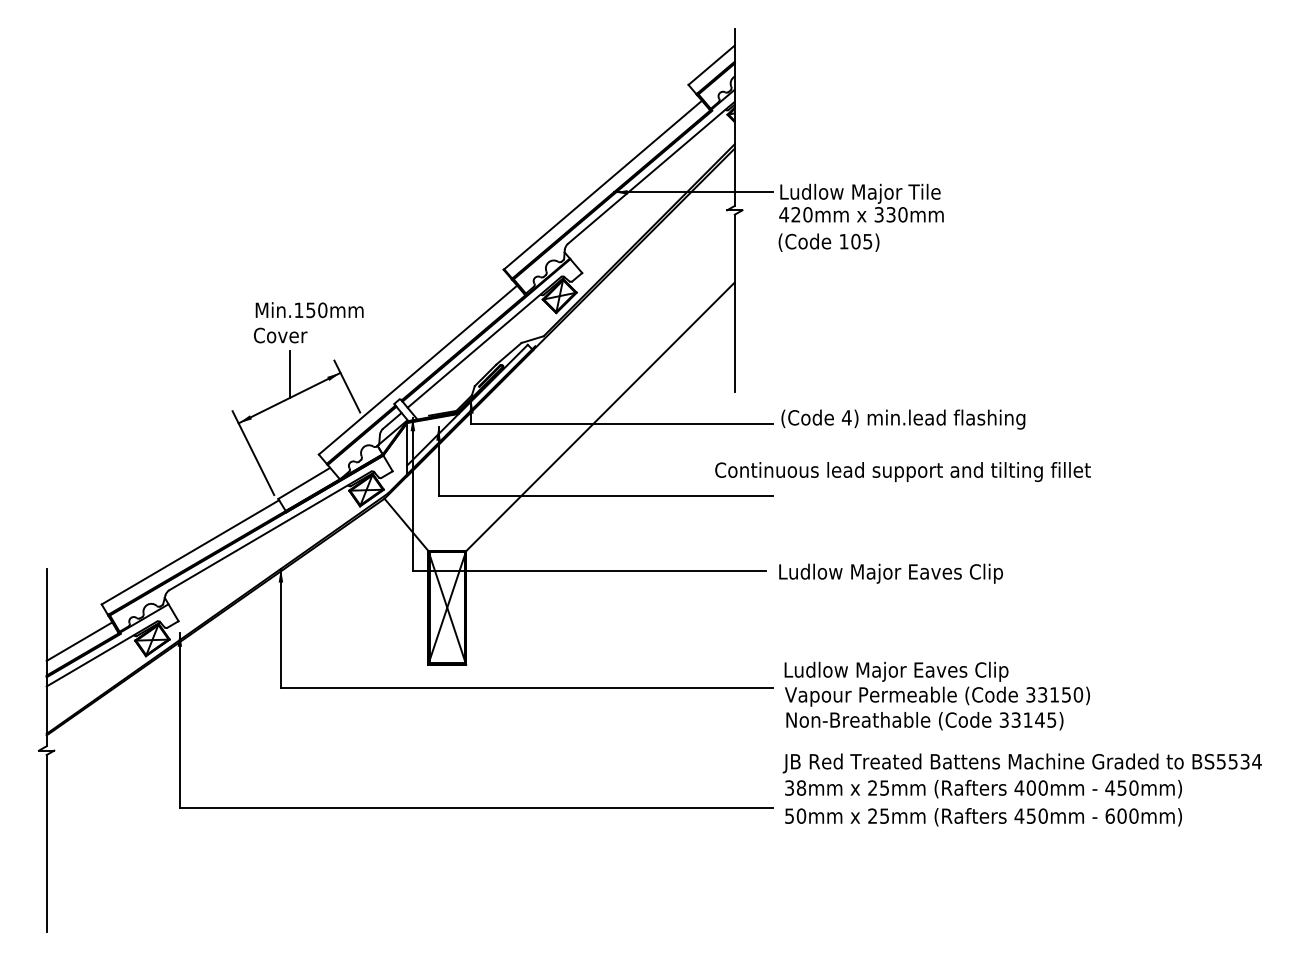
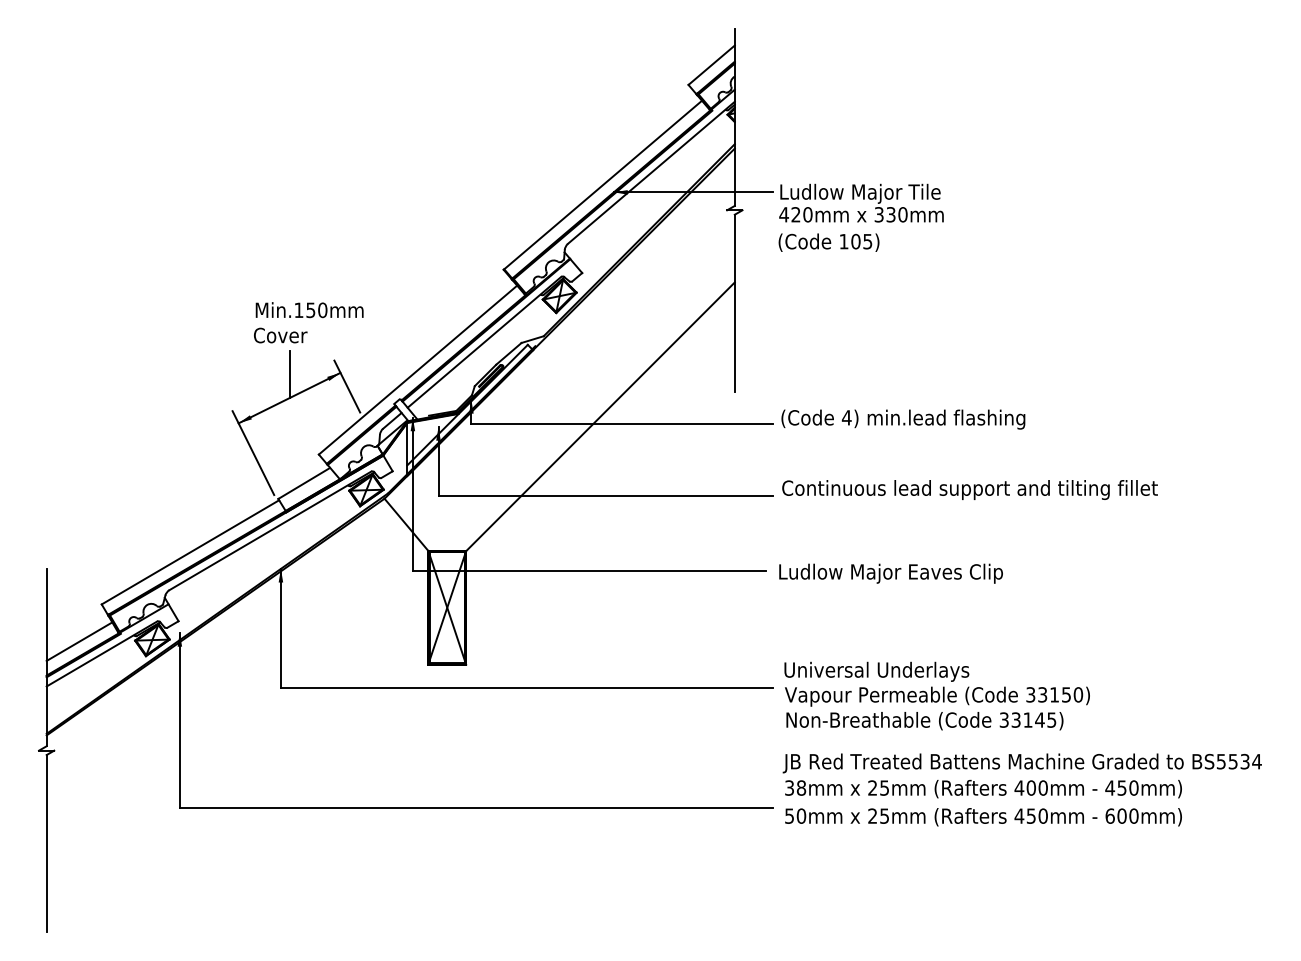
text at (902, 471) position: (902, 471) -> (969, 489)
text at (896, 671): Ludlow Major Eaves Clip -> Universal Underlays
